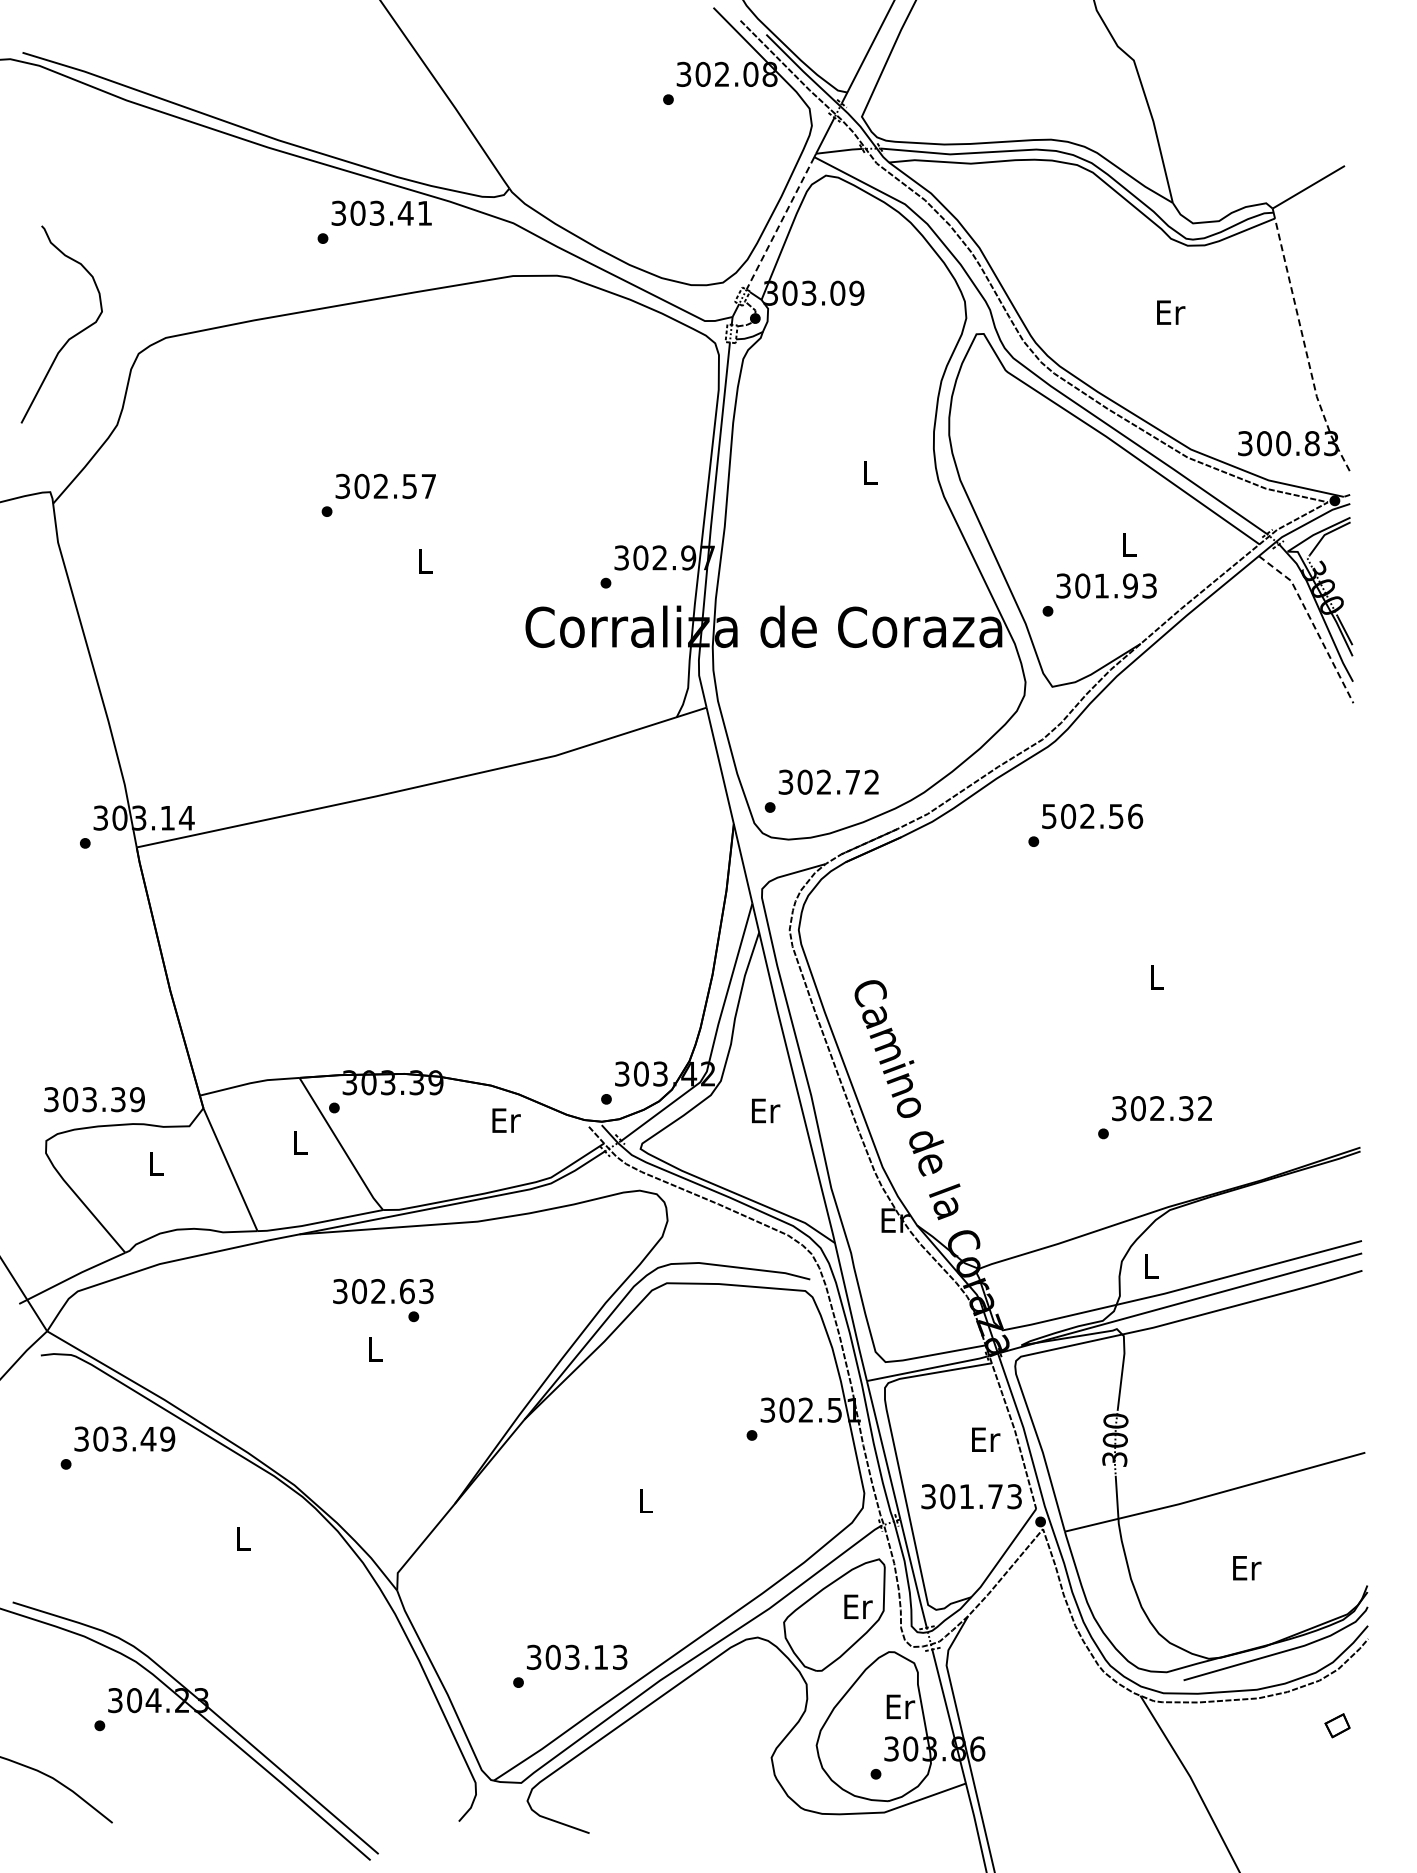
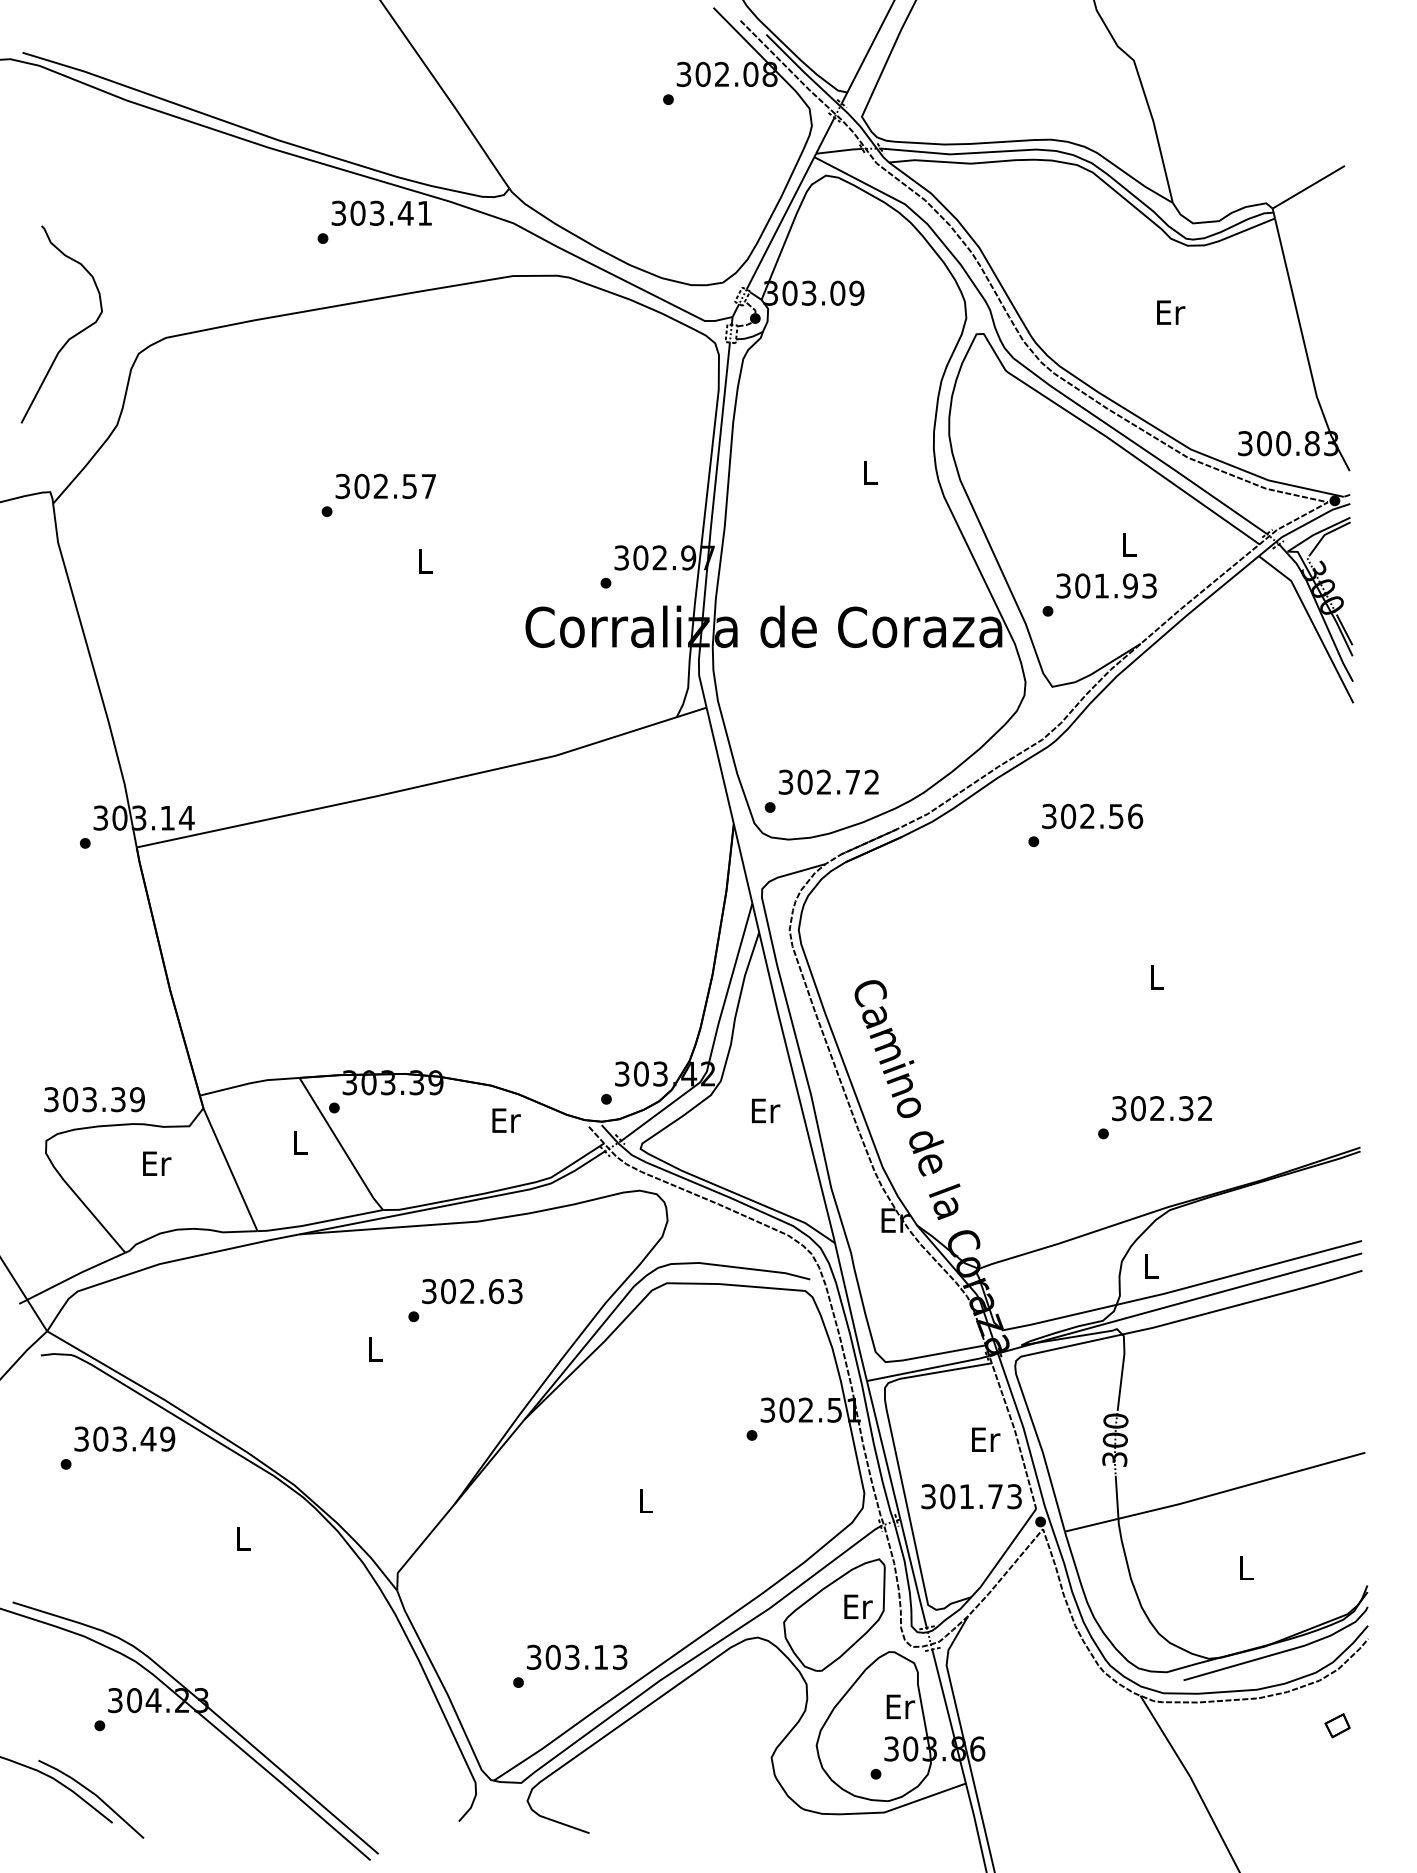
line at (780, 223): dashed -> solid
line at (1305, 348): dashed -> solid
line at (1312, 623): dashed -> solid
text at (1049, 815): 502.56 -> 302.56
text at (157, 1163): L -> Er
text at (383, 1291) position: (383, 1291) -> (472, 1291)
text at (1247, 1568): Er -> L
line at (94, 1795): none -> present
